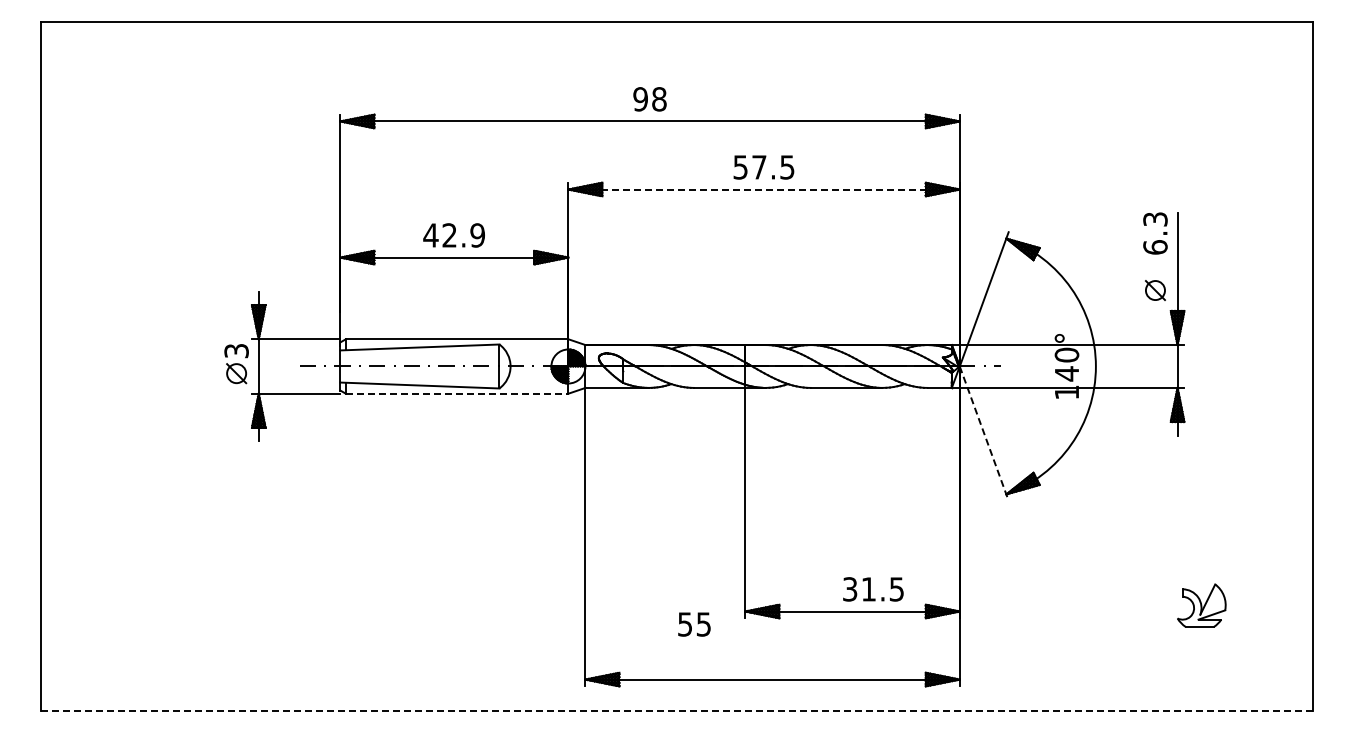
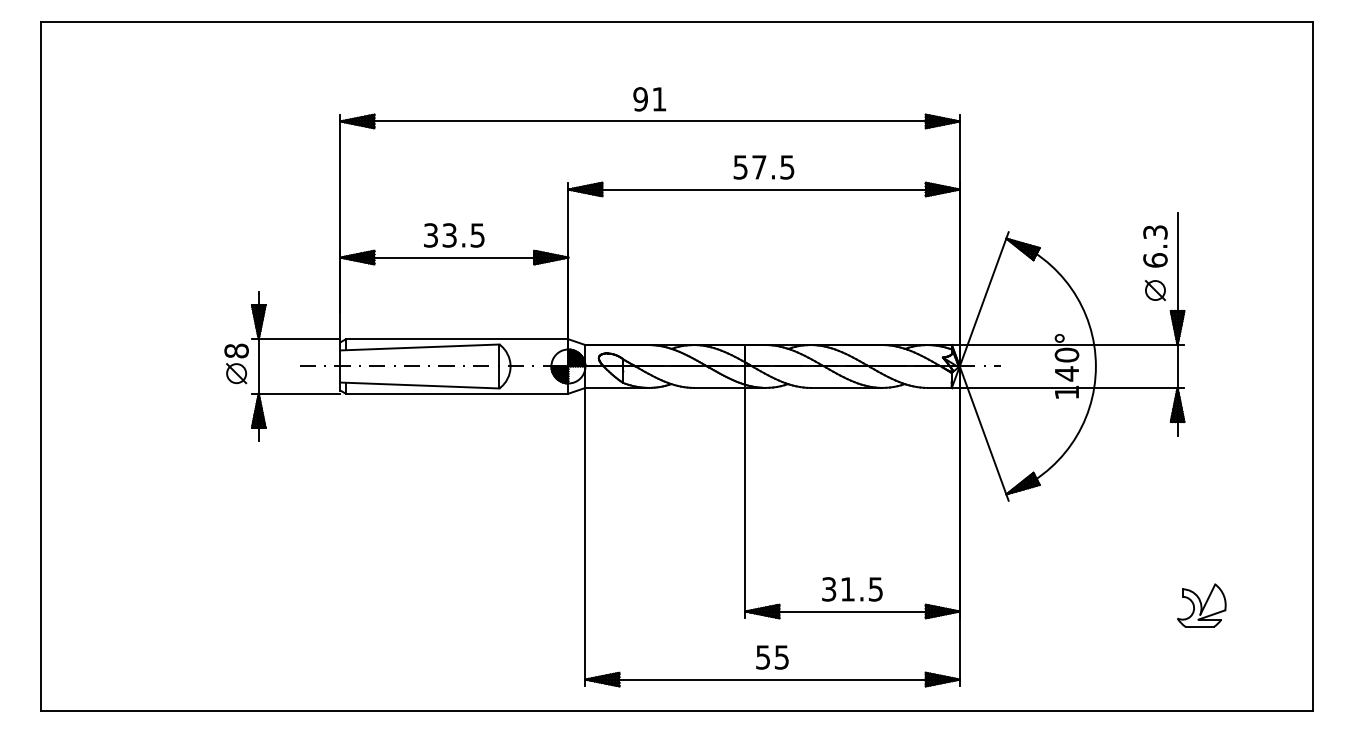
text at (659, 99): 98 -> 91
line at (764, 189): dashed -> solid
text at (1155, 233) position: (1155, 233) -> (1155, 246)
text at (453, 235): 42.9 -> 33.5
text at (236, 350): 3 -> 8
line at (457, 393): dashed -> solid
line at (984, 434): dashed -> solid
text at (873, 589) position: (873, 589) -> (852, 589)
text at (694, 624) position: (694, 624) -> (772, 657)
line at (677, 710): dashed -> solid
